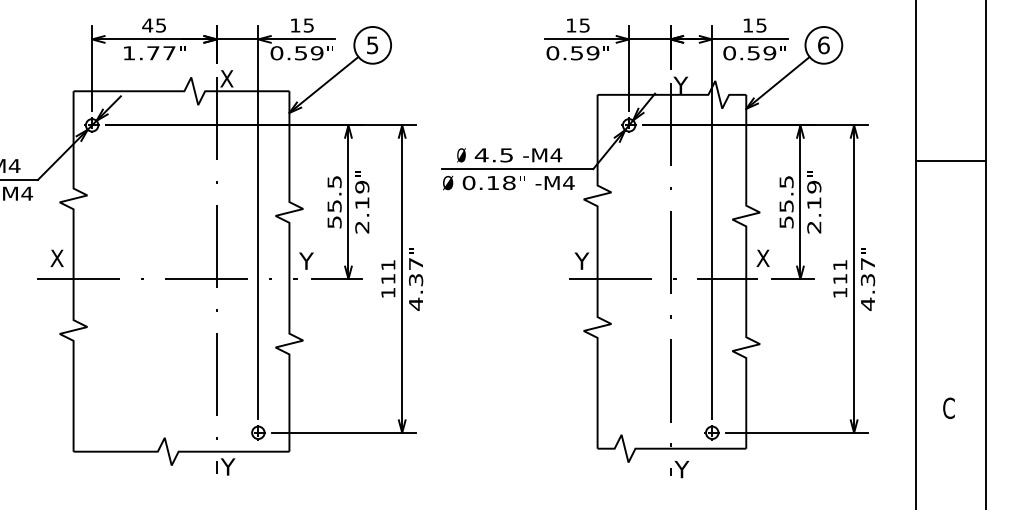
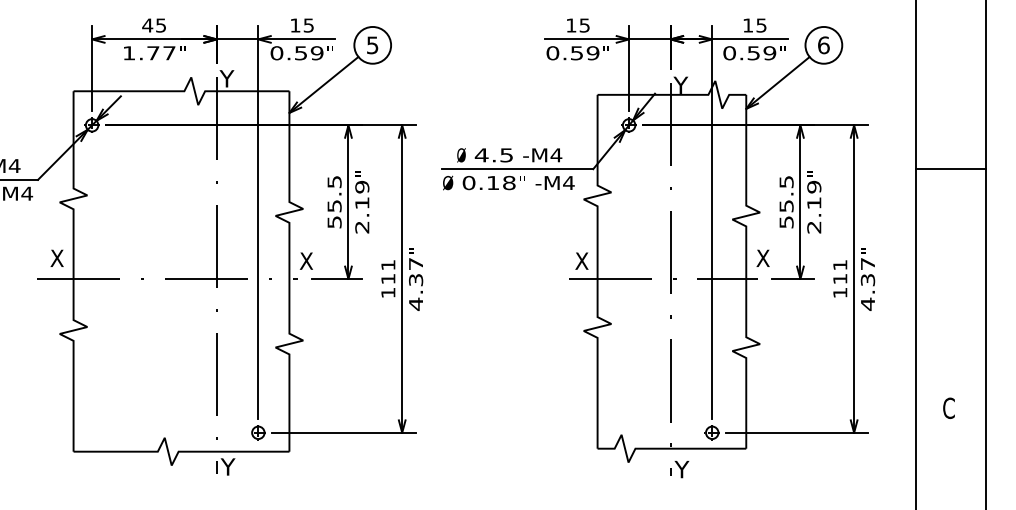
text at (226, 78): X -> Y
line at (950, 160) position: (950, 160) -> (950, 168)
text at (306, 260): Y -> X
text at (581, 260): Y -> X
